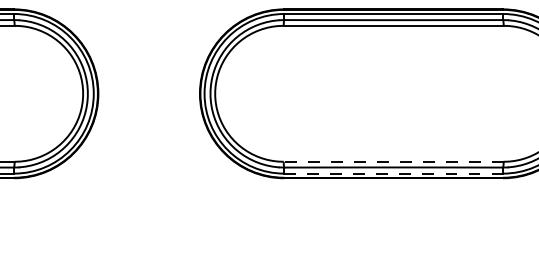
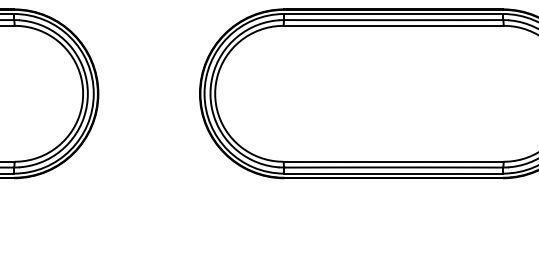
line at (393, 161): dashed -> solid
line at (394, 173): dashed -> solid
